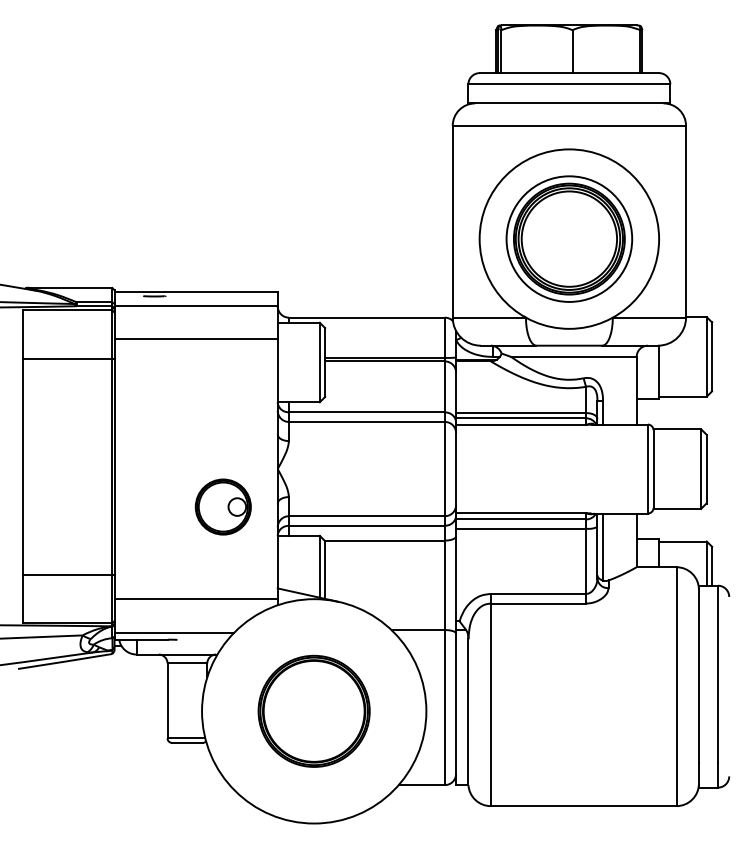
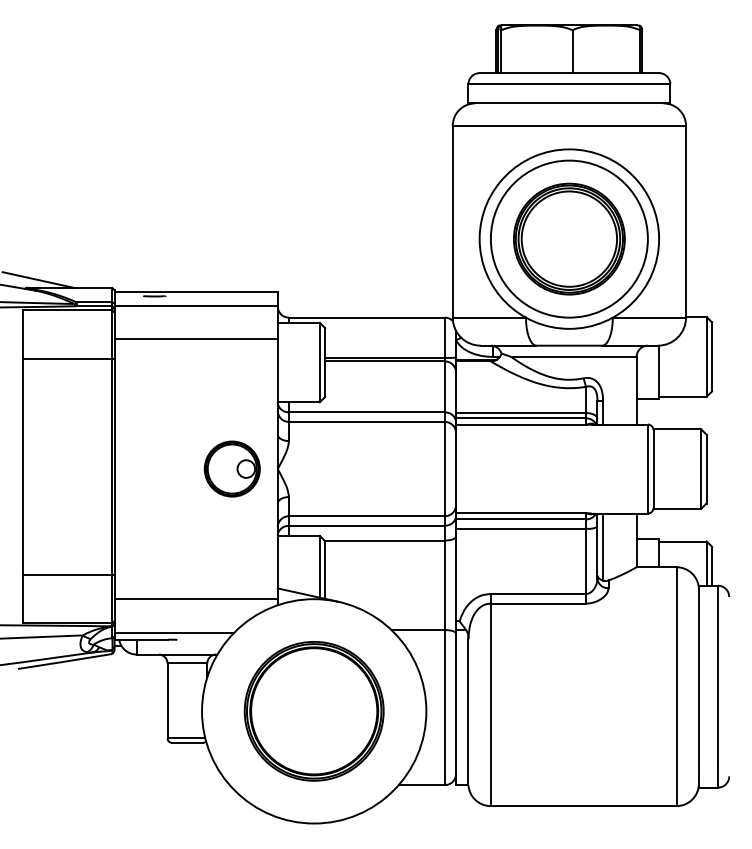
circle at (569, 238) diameter: 126 px -> 157 px
line at (38, 280): none -> present
part at (222, 506) position: (222, 506) -> (231, 468)
part at (313, 710) size: 114x114 px -> 142x141 px
